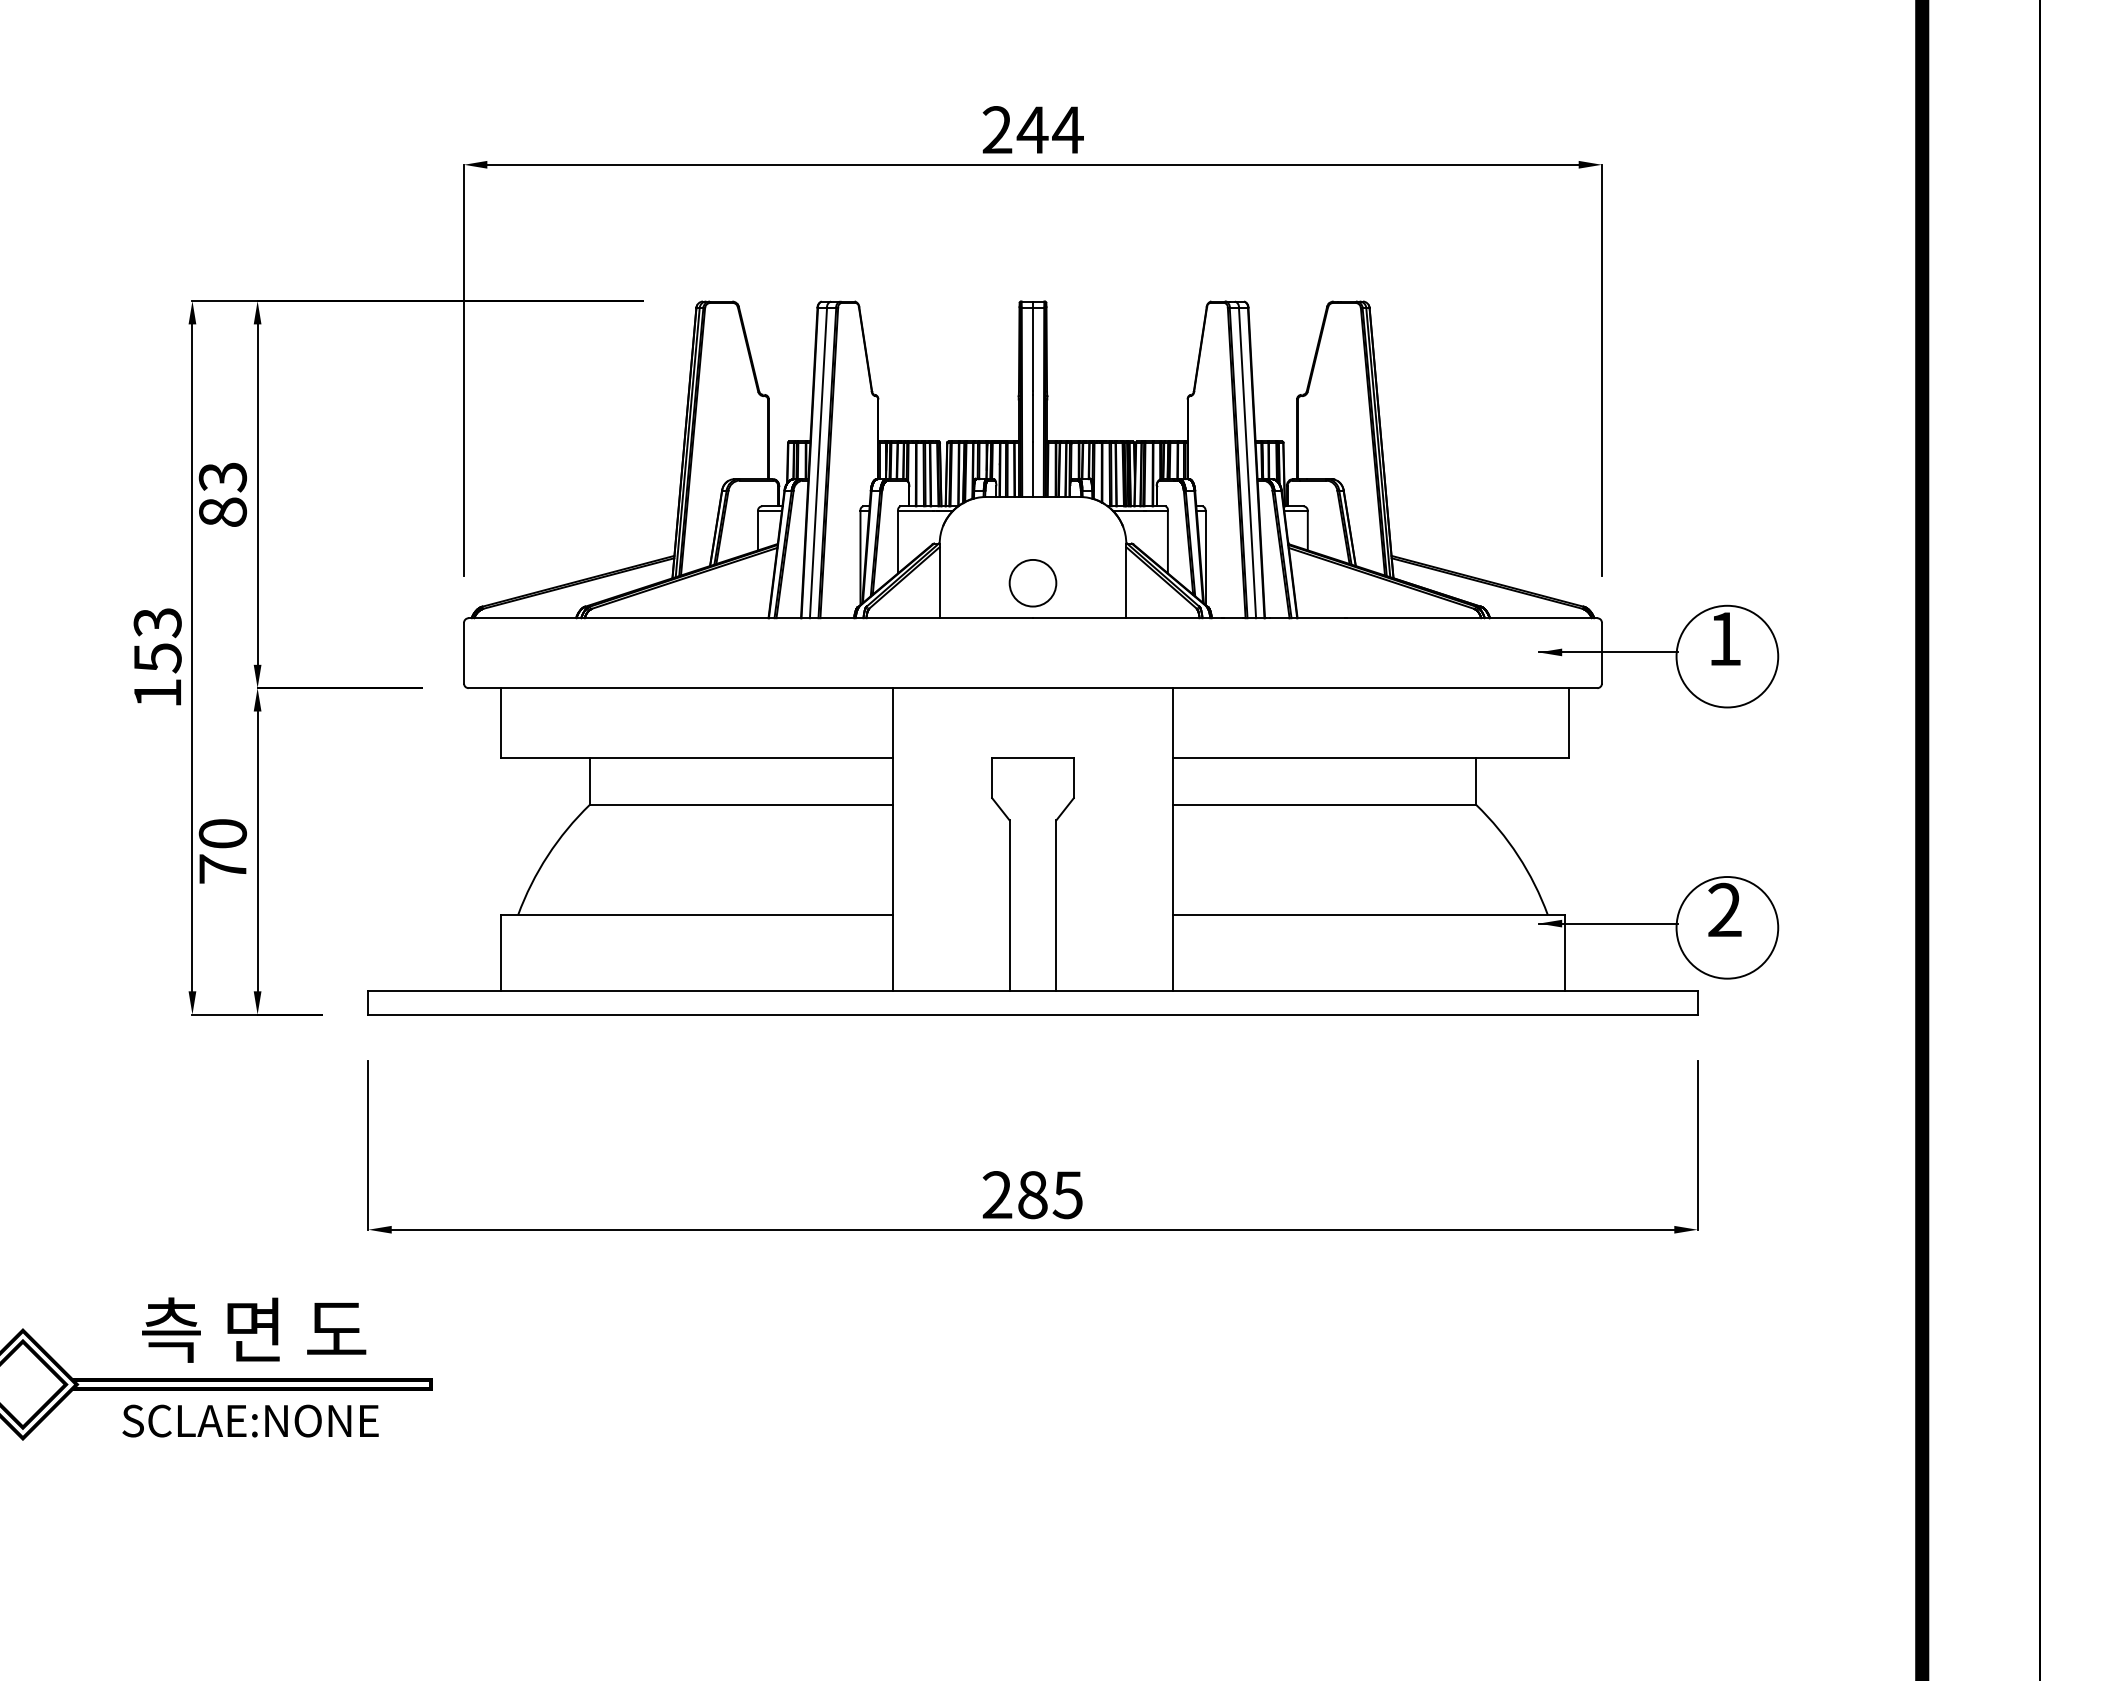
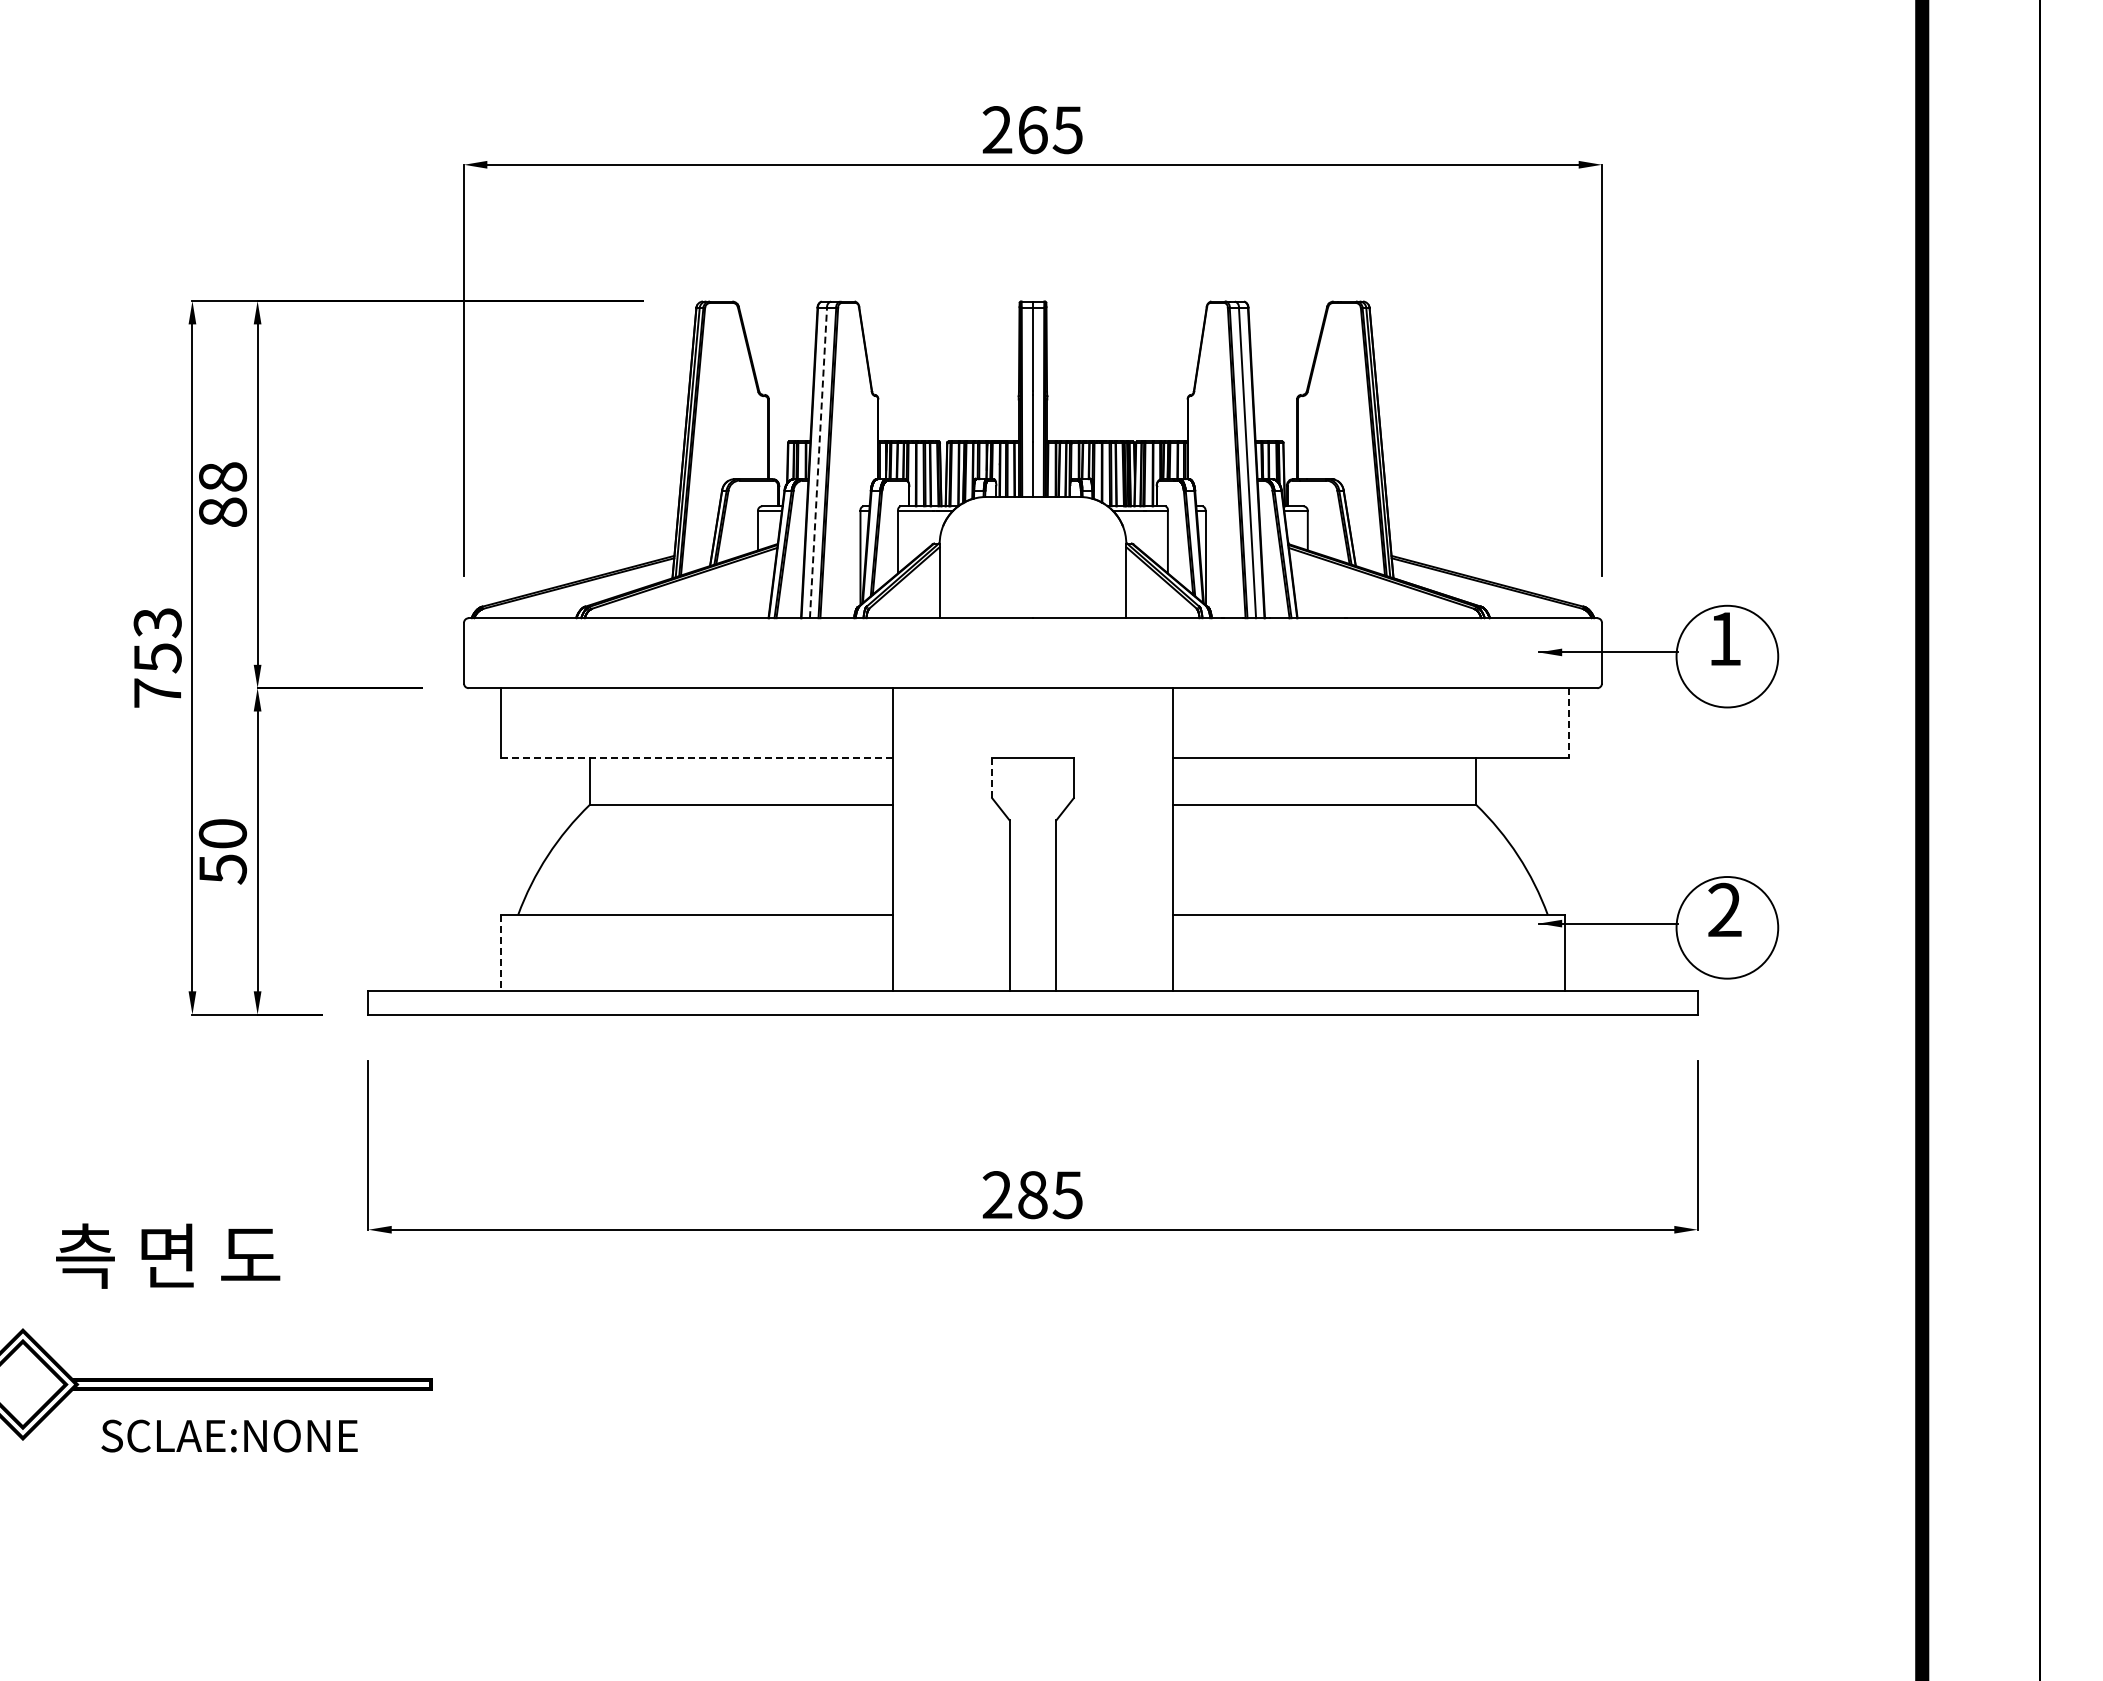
text at (1049, 130): 244 -> 265
line at (818, 462): solid -> dashed
text at (222, 477): 83 -> 88
part at (1032, 583): present -> none
text at (157, 692): 153 -> 753
line at (1569, 723): solid -> dashed
line at (697, 758): solid -> dashed
line at (992, 777): solid -> dashed
text at (223, 869): 70 -> 50
line at (501, 953): solid -> dashed
text at (254, 1329) position: (254, 1329) -> (168, 1255)
text at (250, 1420) position: (250, 1420) -> (229, 1435)
